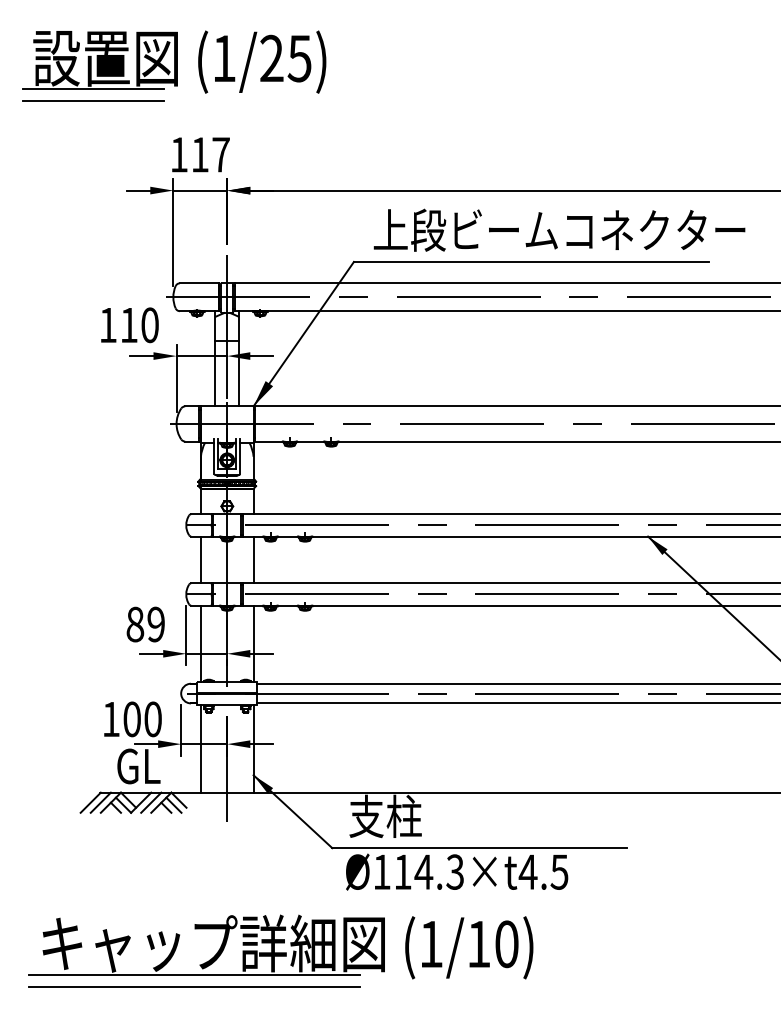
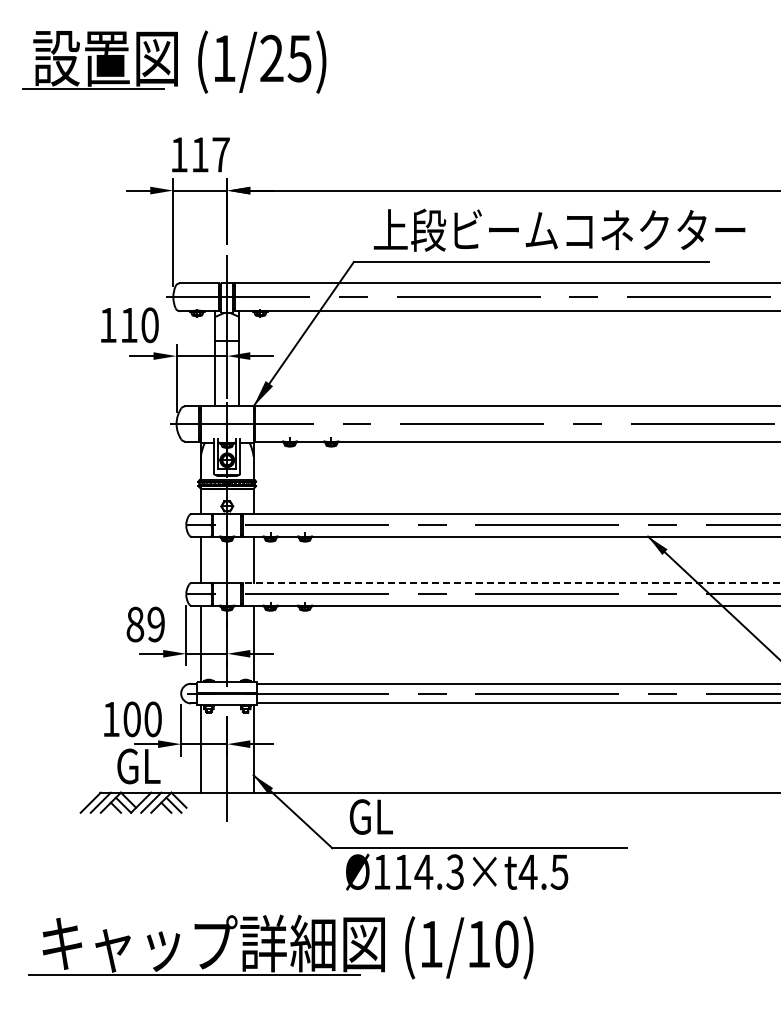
line at (93, 100): present -> none
line at (511, 583): solid -> dashed
text at (385, 816): 支柱 -> GL
line at (194, 986): present -> none
